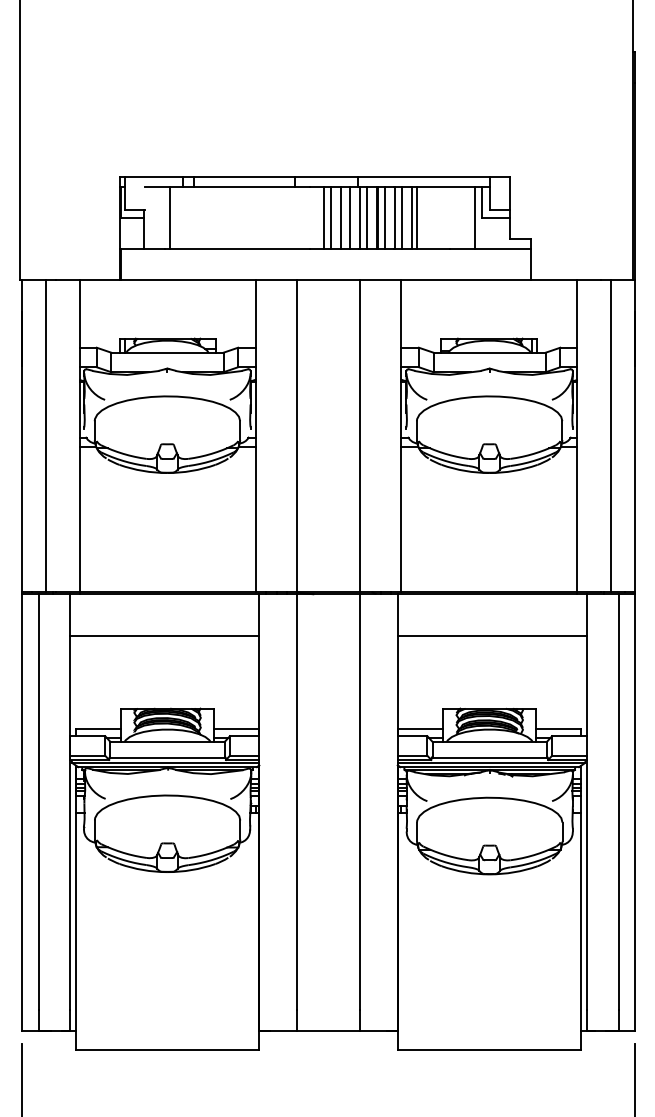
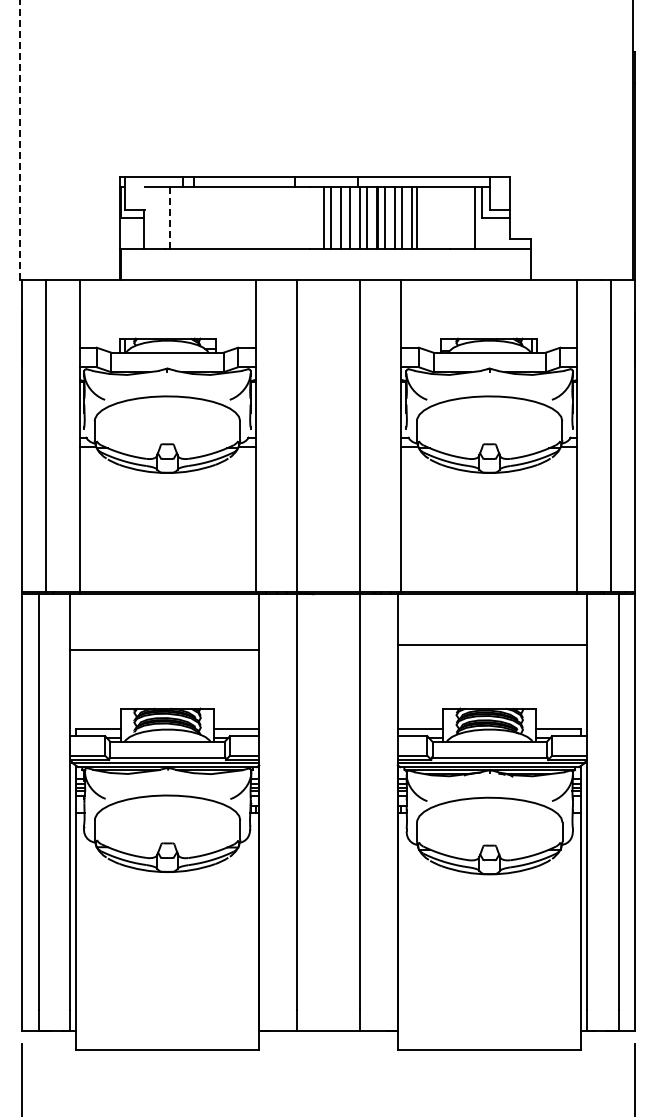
line at (19, 139): solid -> dashed
line at (170, 217): solid -> dashed
line at (164, 635) position: (164, 635) -> (164, 649)
line at (492, 635) position: (492, 635) -> (492, 644)
